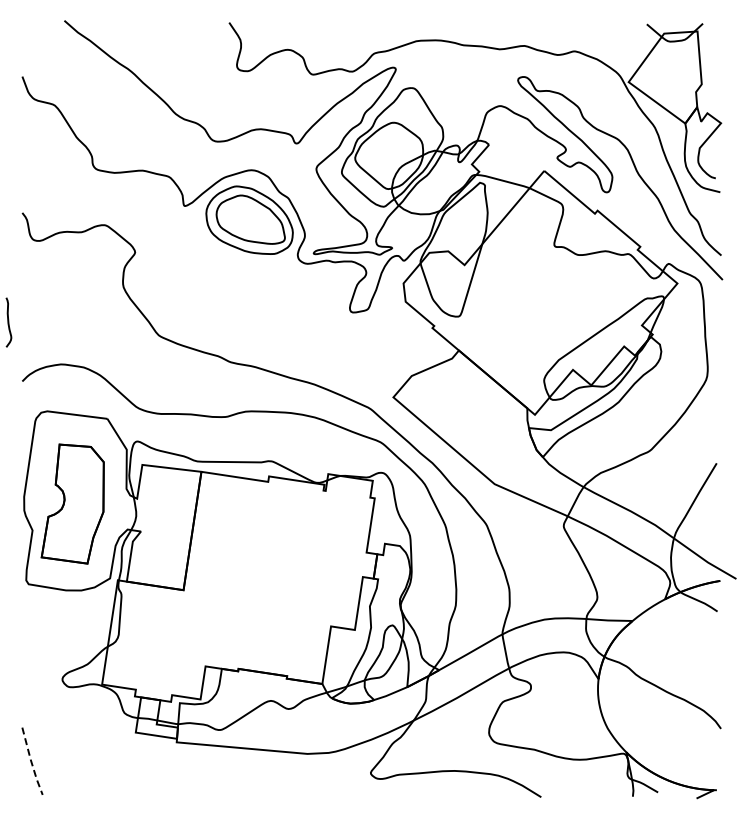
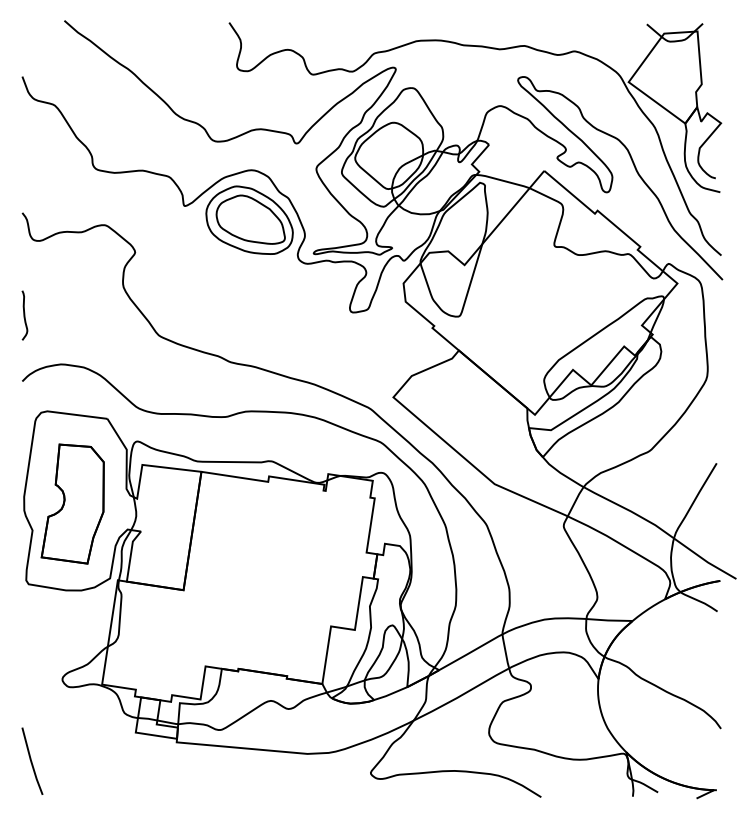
curve at (8, 322) position: (8, 322) -> (24, 315)
line at (31, 761): dashed -> solid
